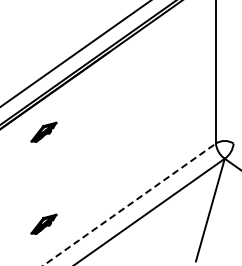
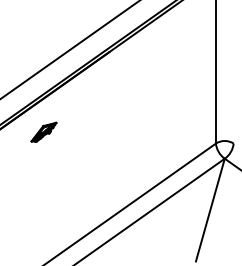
line at (75, 53) position: (75, 53) -> (69, 49)
line at (129, 204): dashed -> solid
part at (43, 223): present -> none
